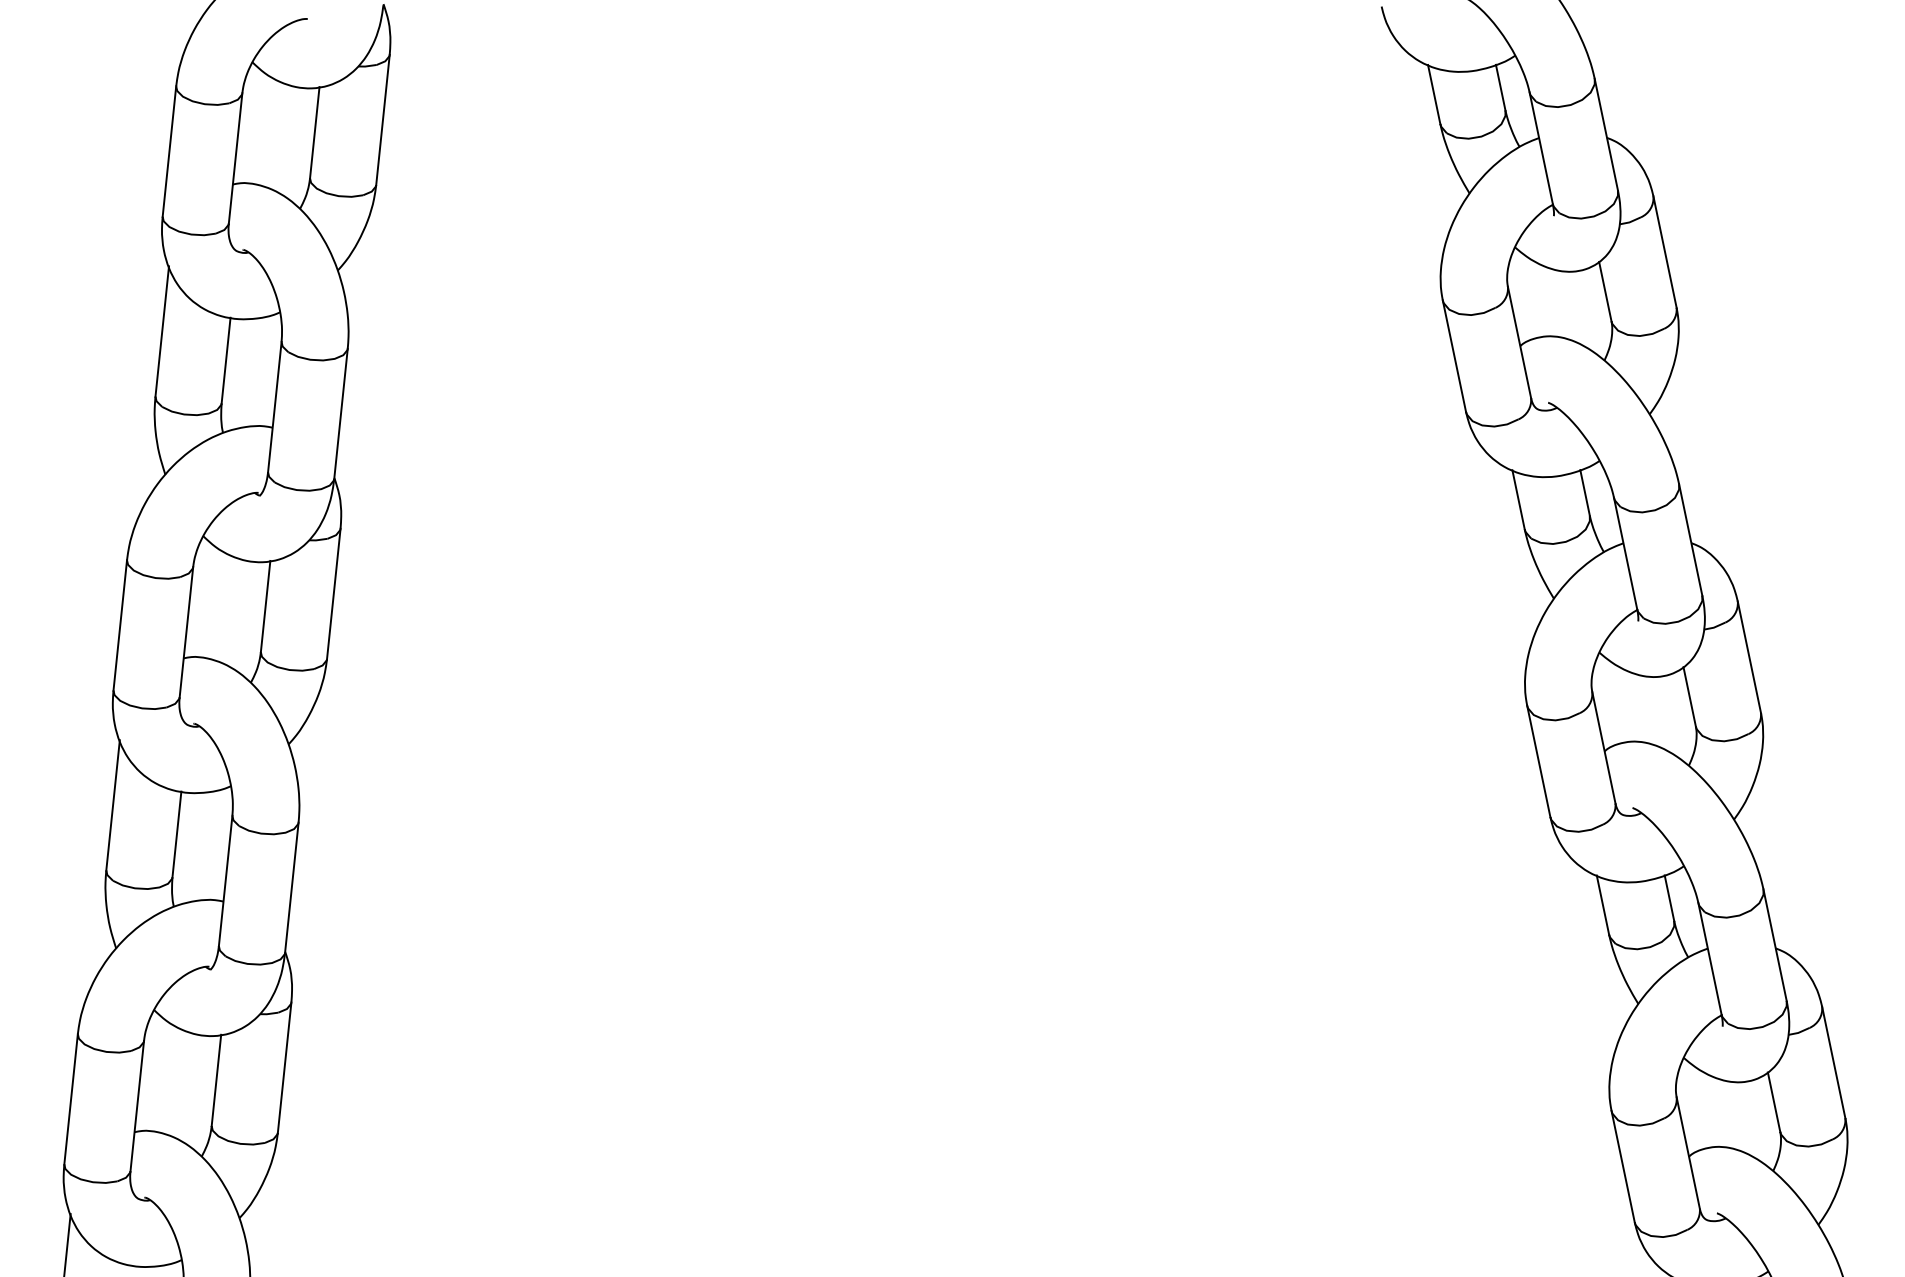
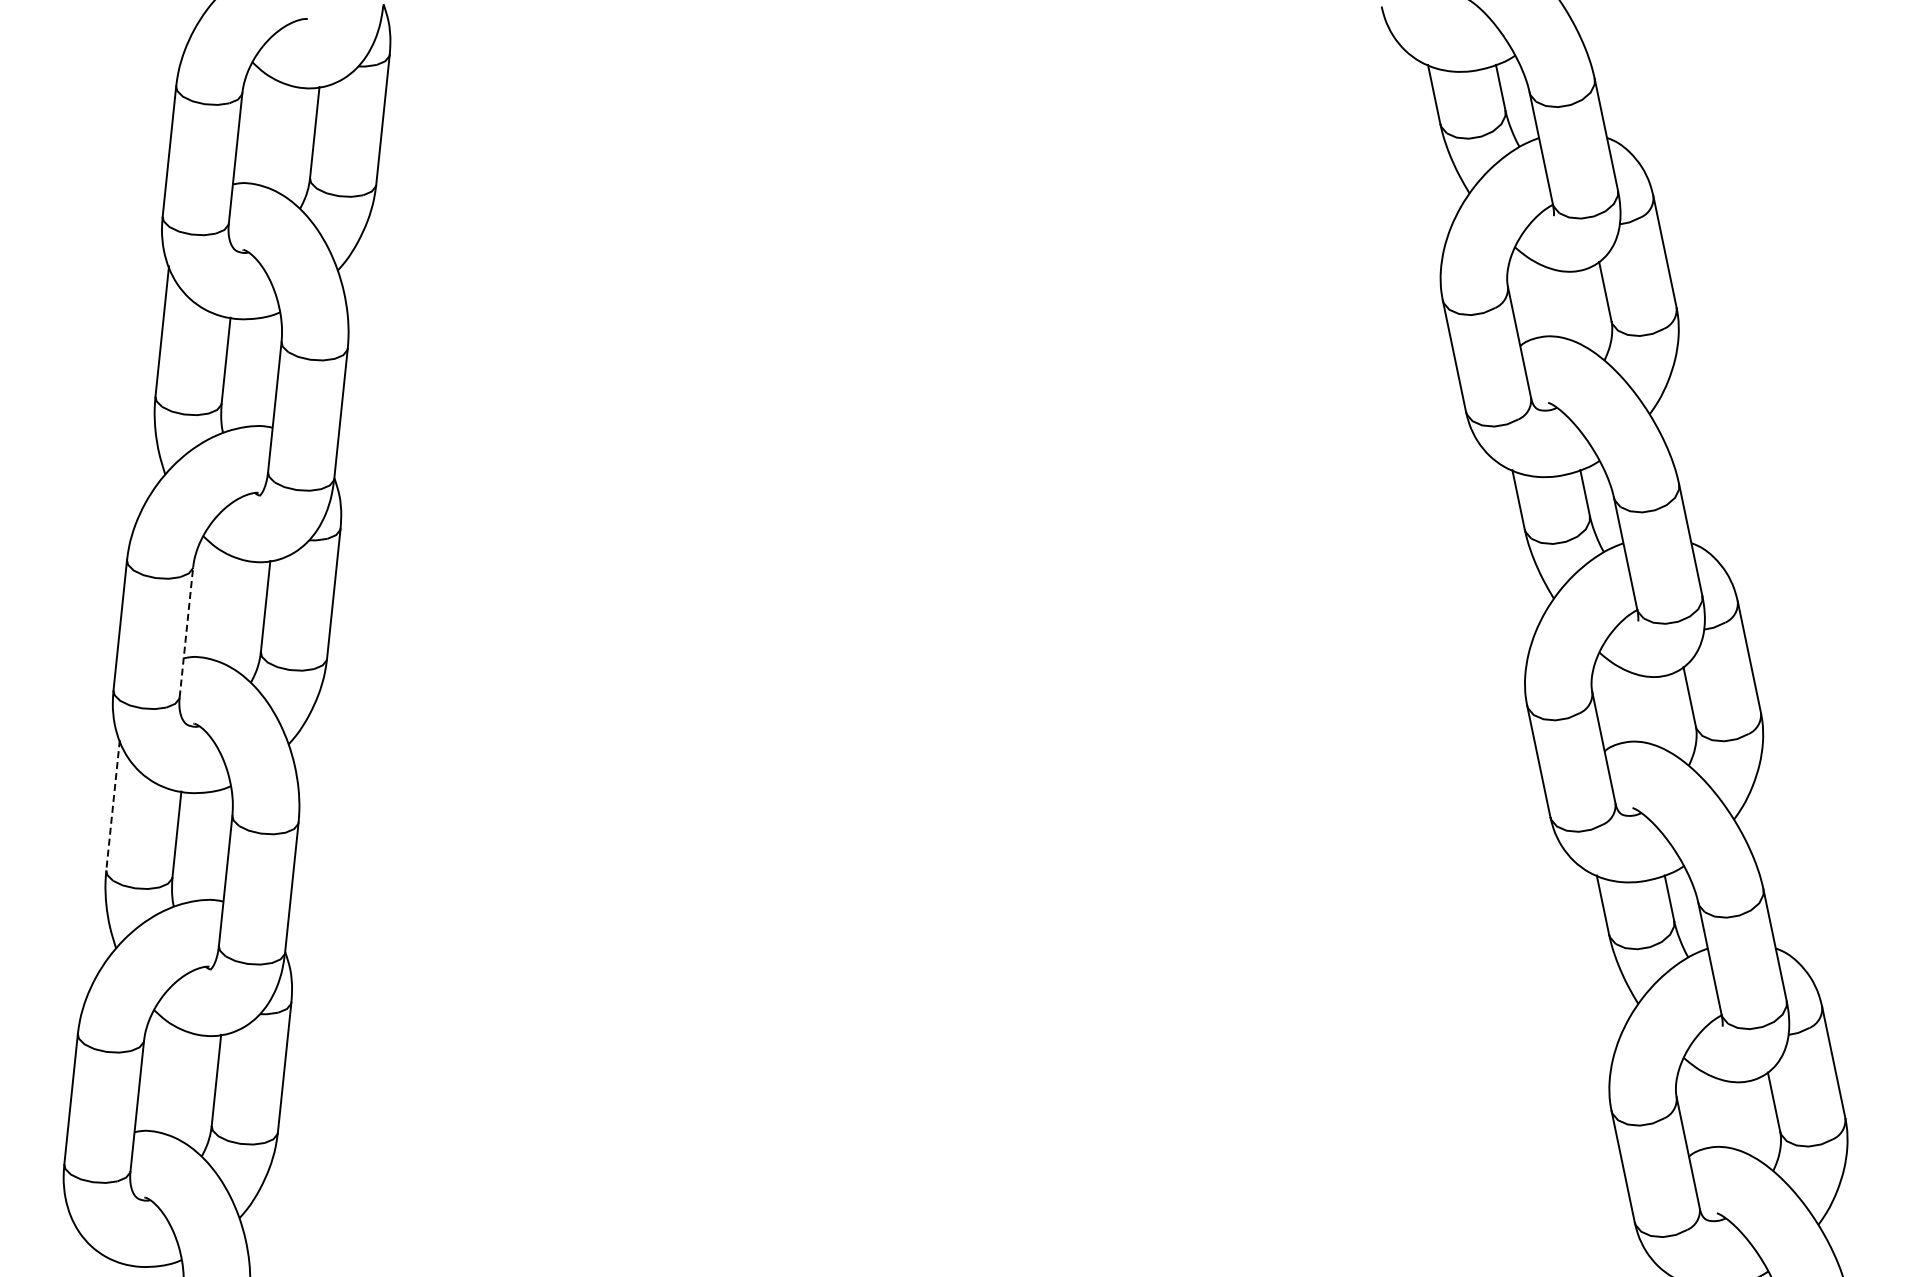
line at (186, 632): solid -> dashed
line at (113, 805): solid -> dashed
line at (67, 1243): present -> none
